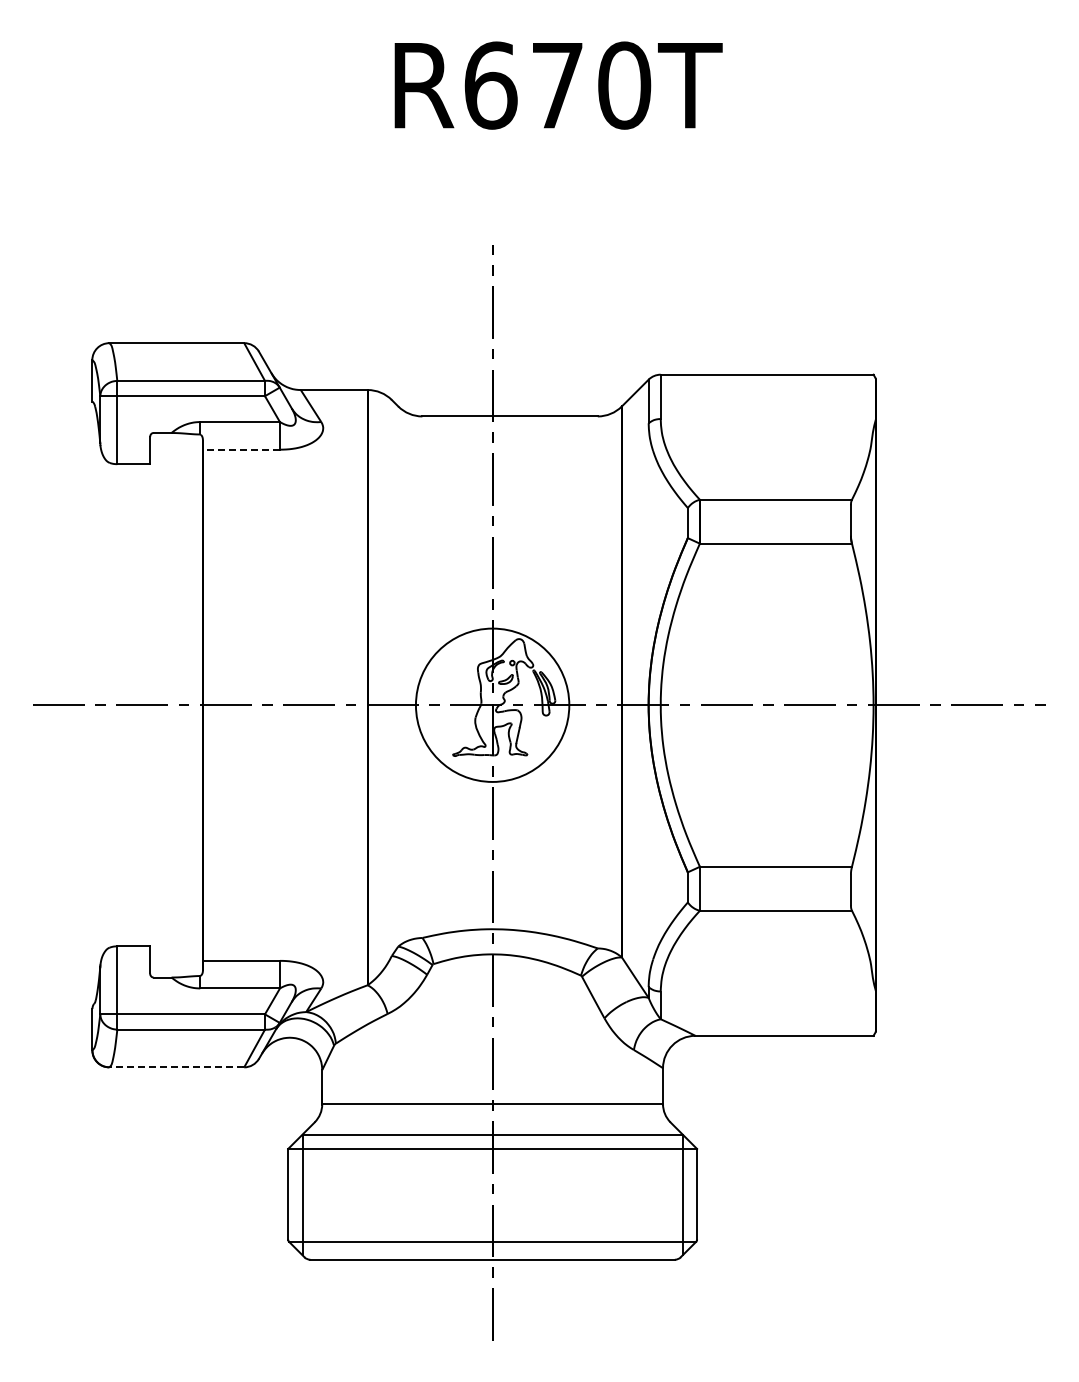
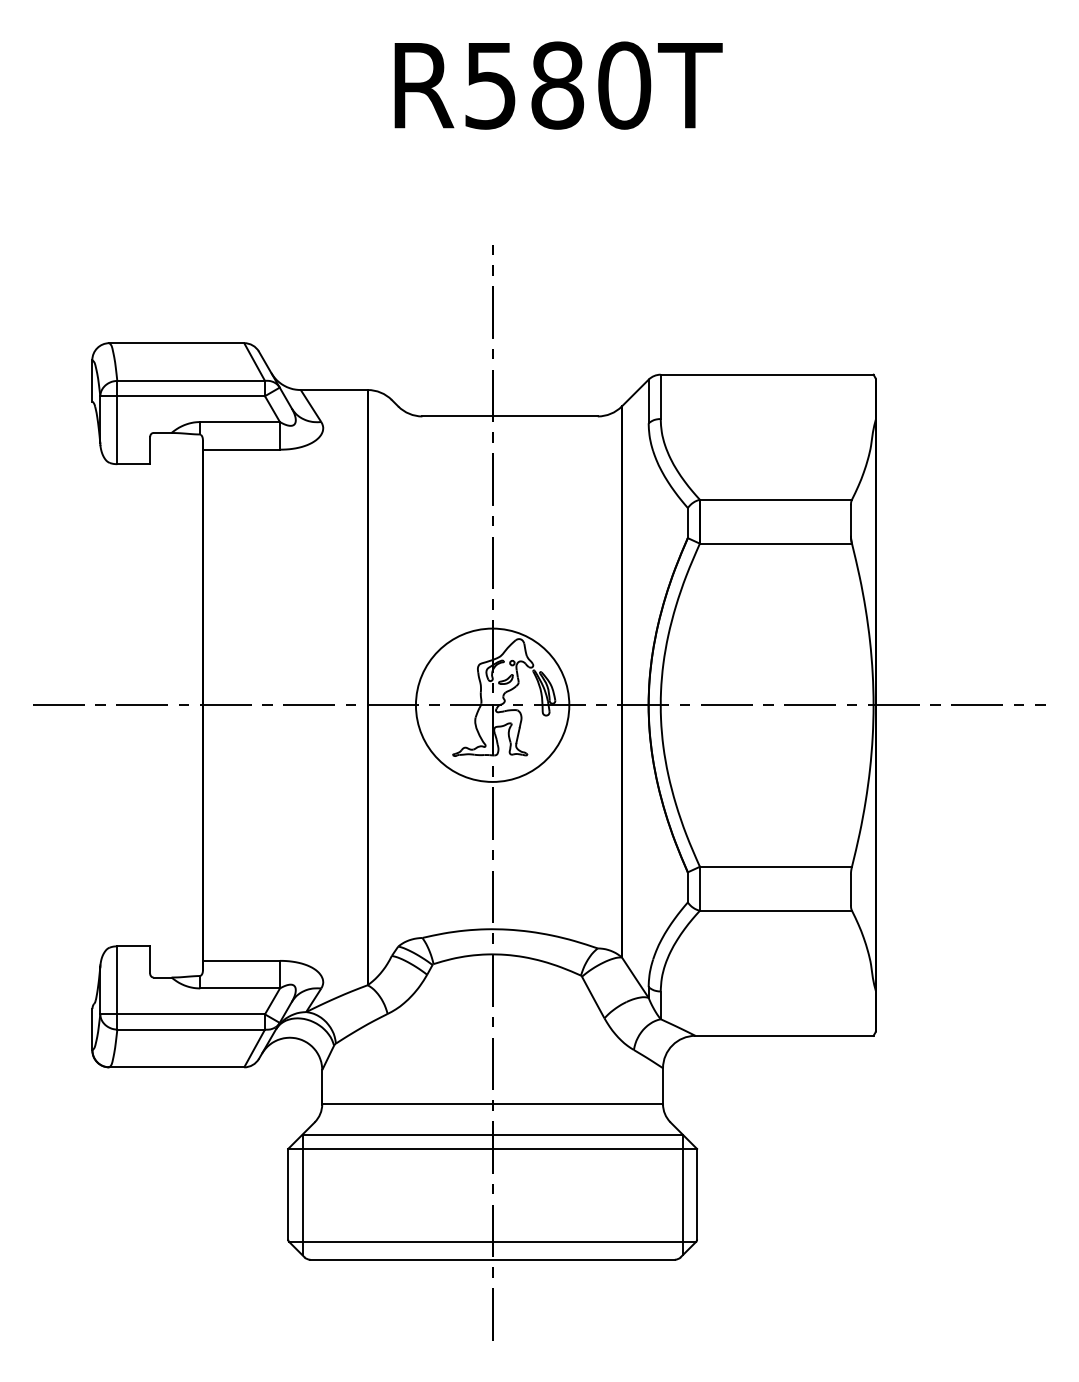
text at (524, 85): R670T -> R580T
line at (240, 449): dashed -> solid
line at (176, 1067): dashed -> solid
